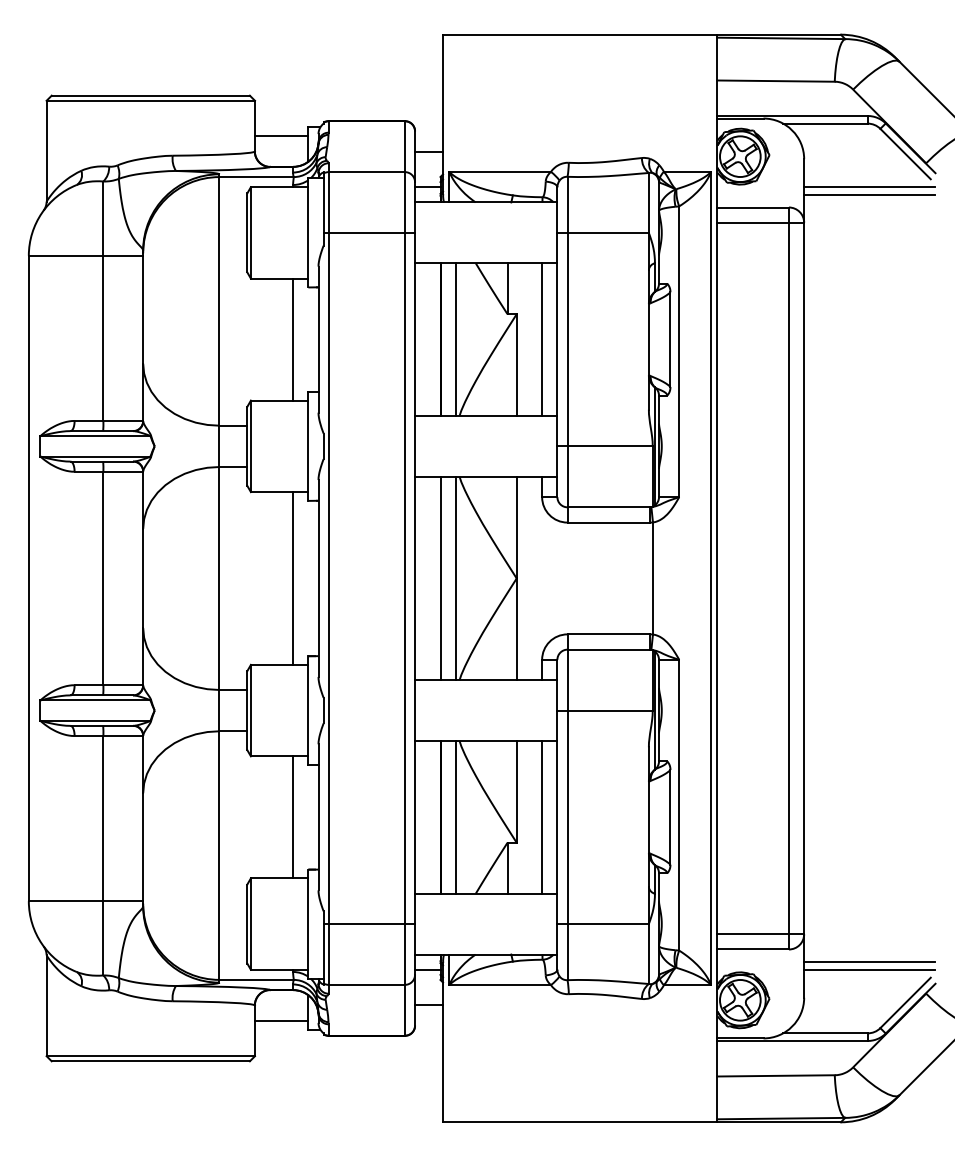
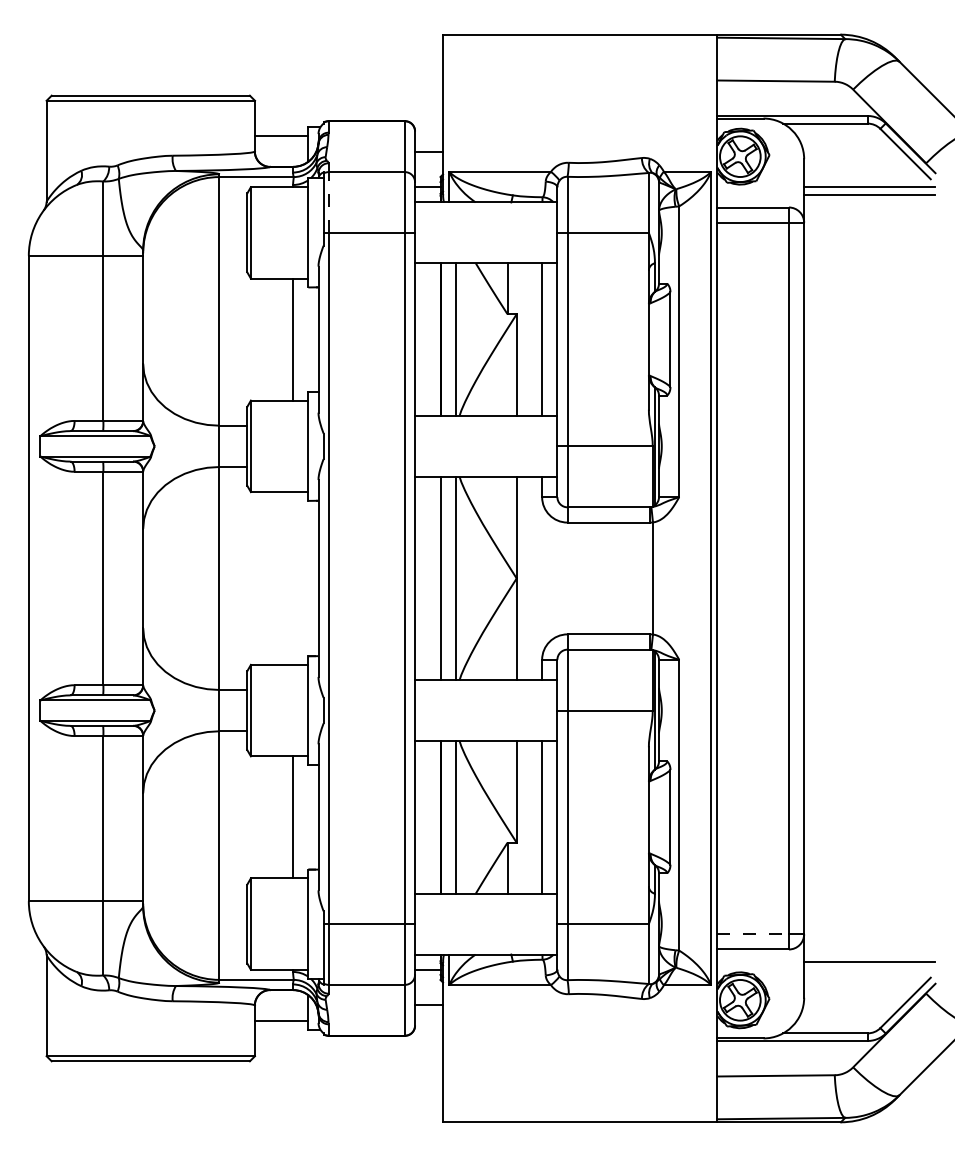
line at (328, 202): solid -> dashed
line at (293, 578): present -> none
line at (753, 934): solid -> dashed
line at (869, 969): present -> none
